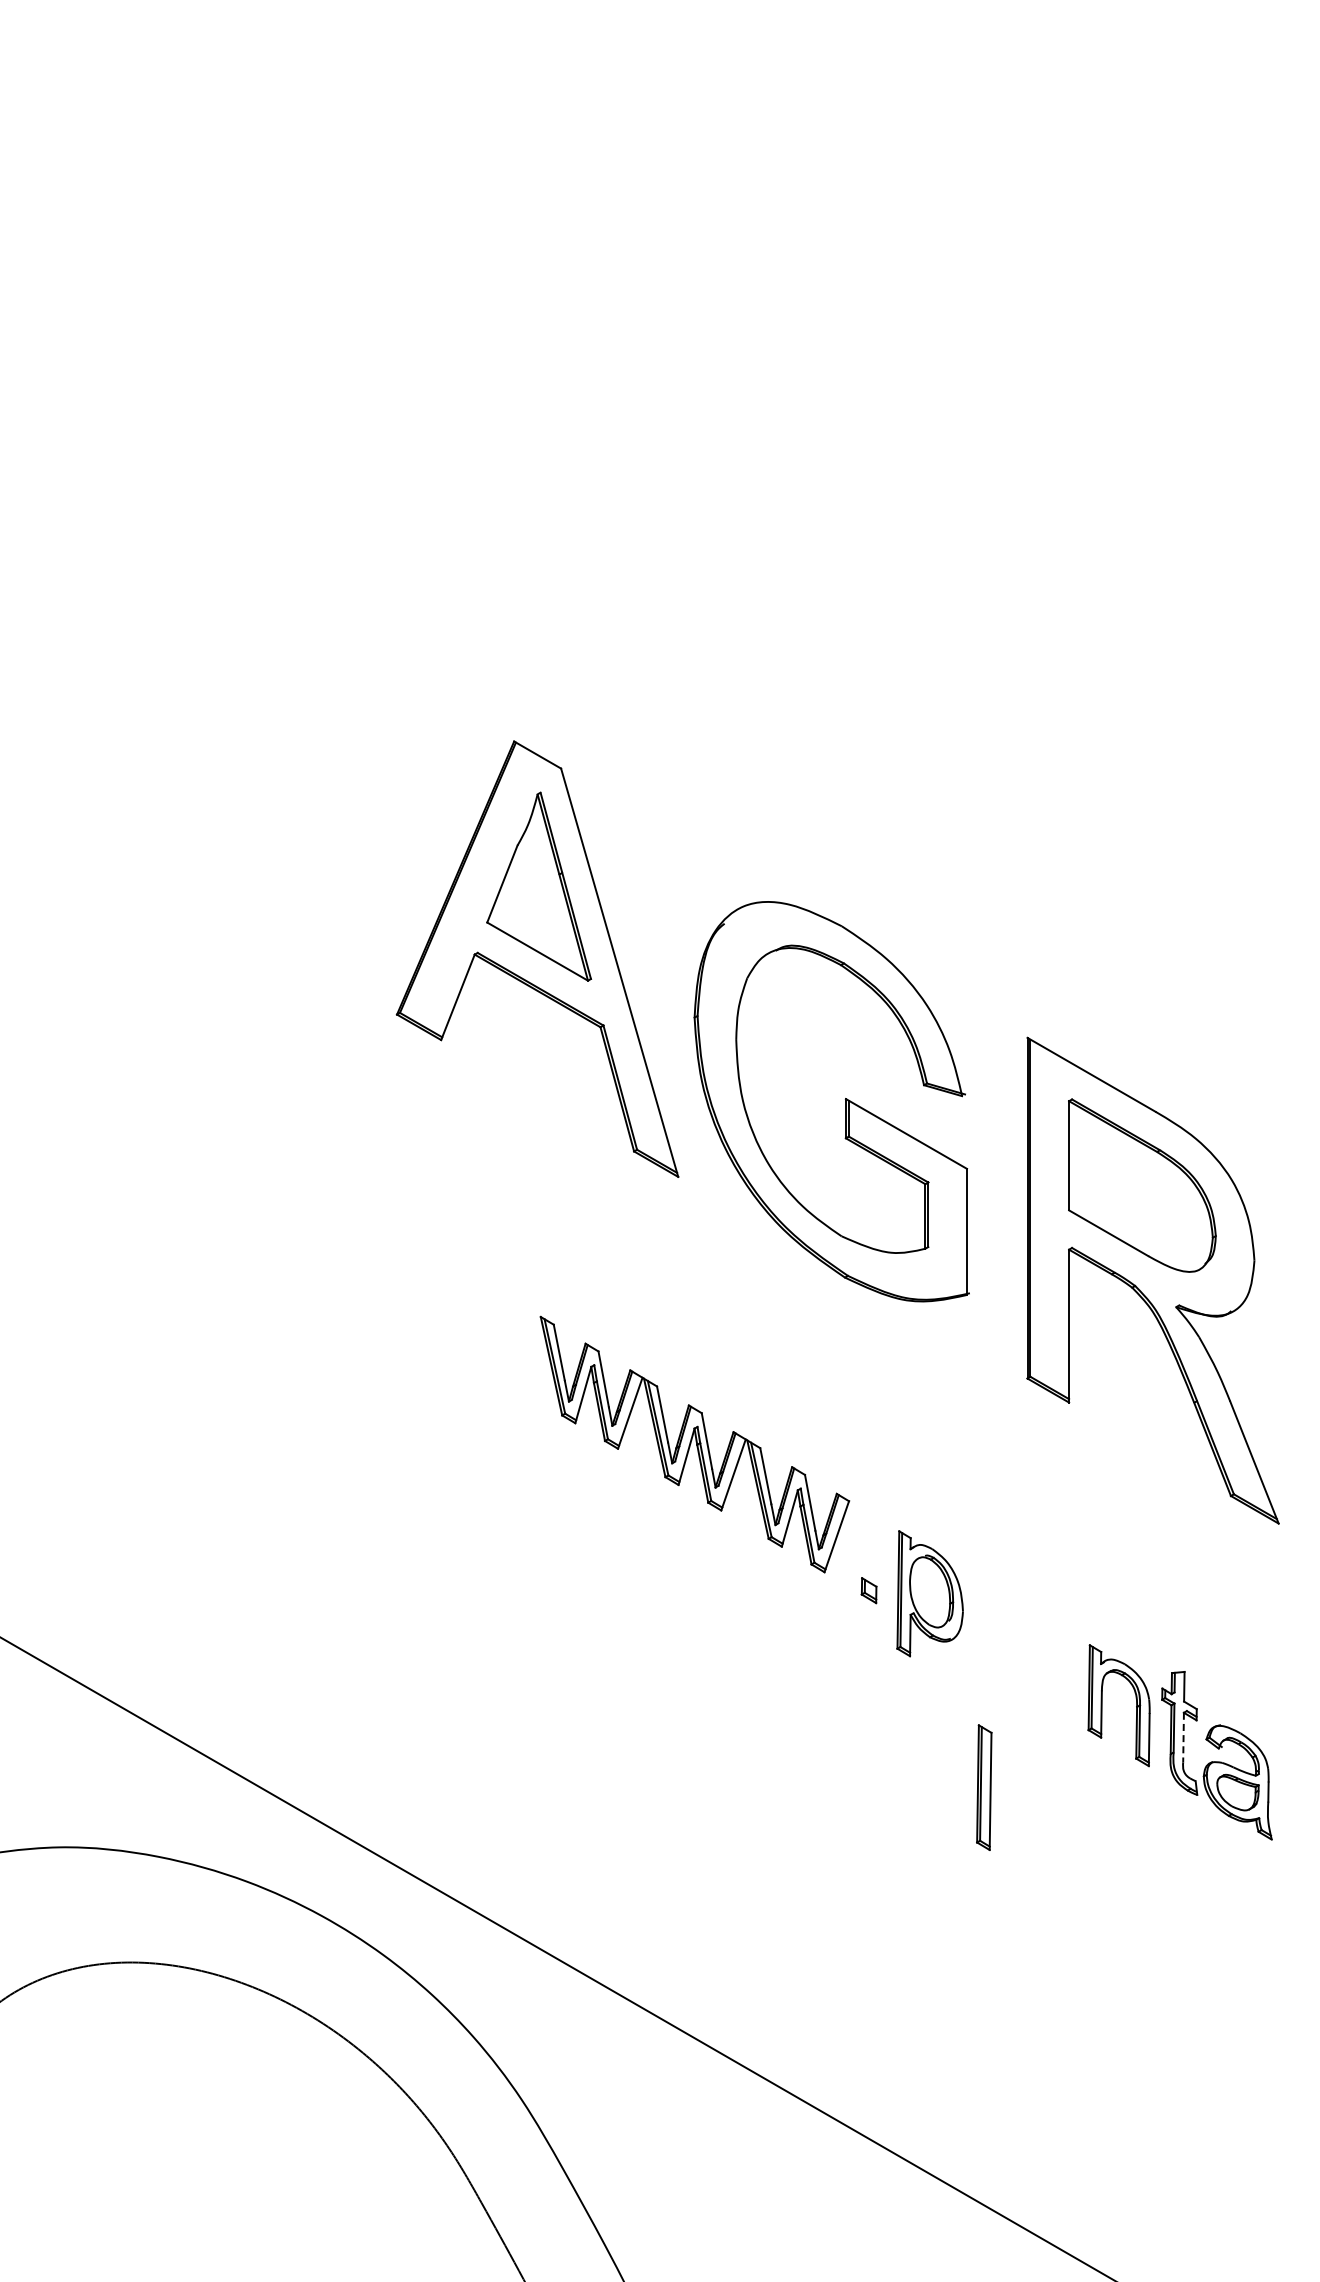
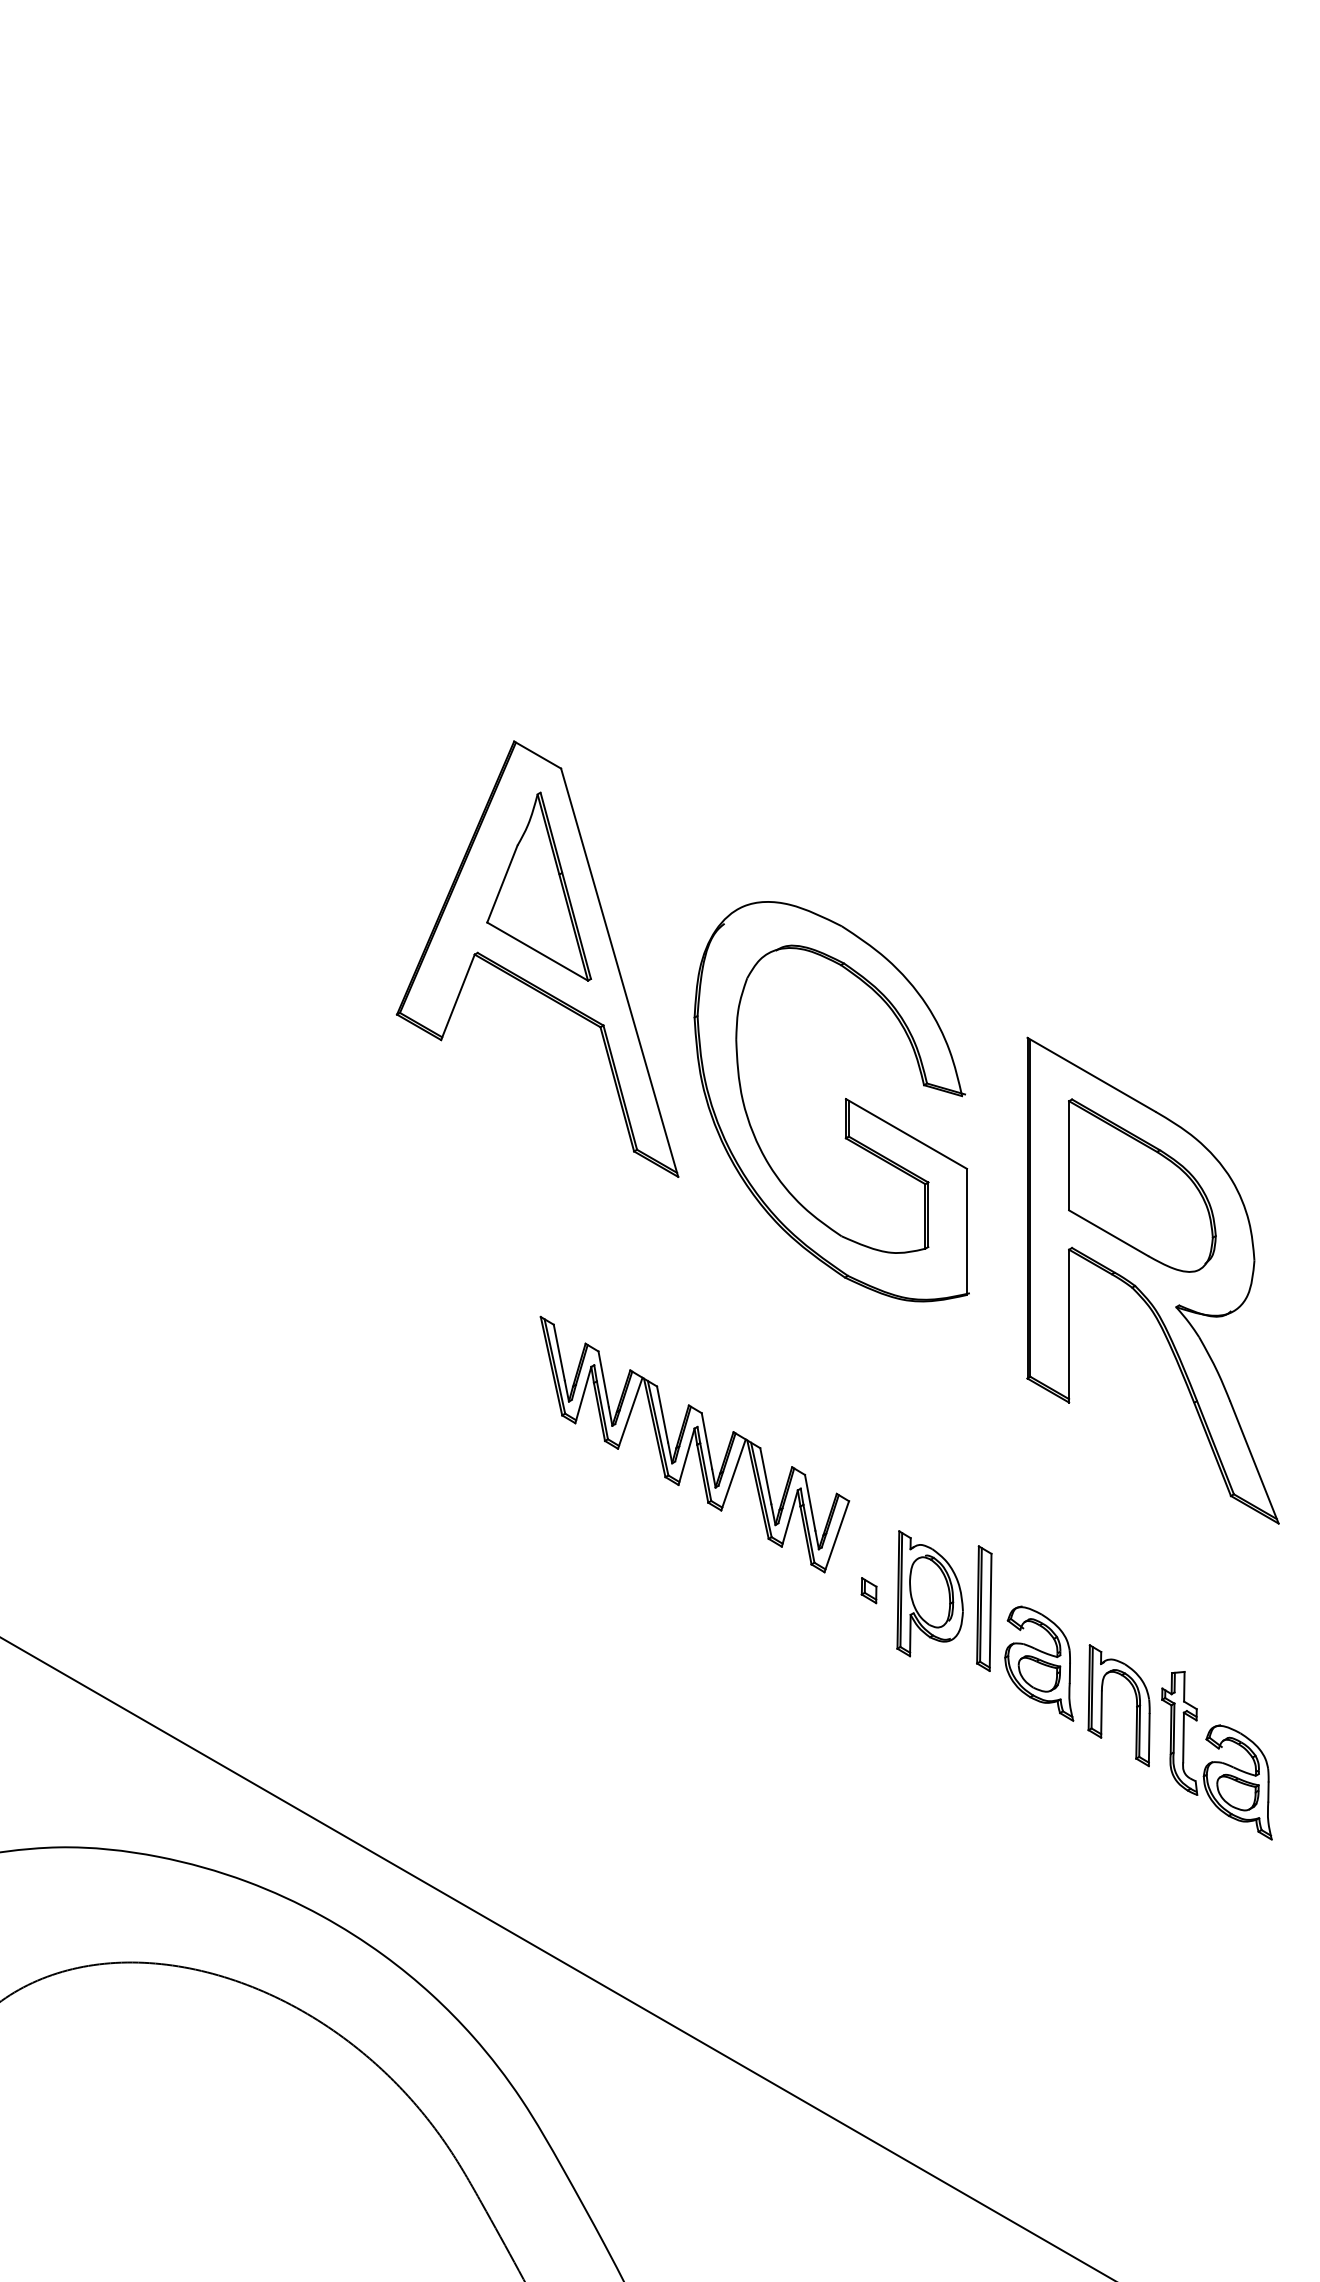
part at (1039, 1663): none -> present
line at (1183, 1737): dashed -> solid
part at (984, 1787) position: (984, 1787) -> (984, 1608)
